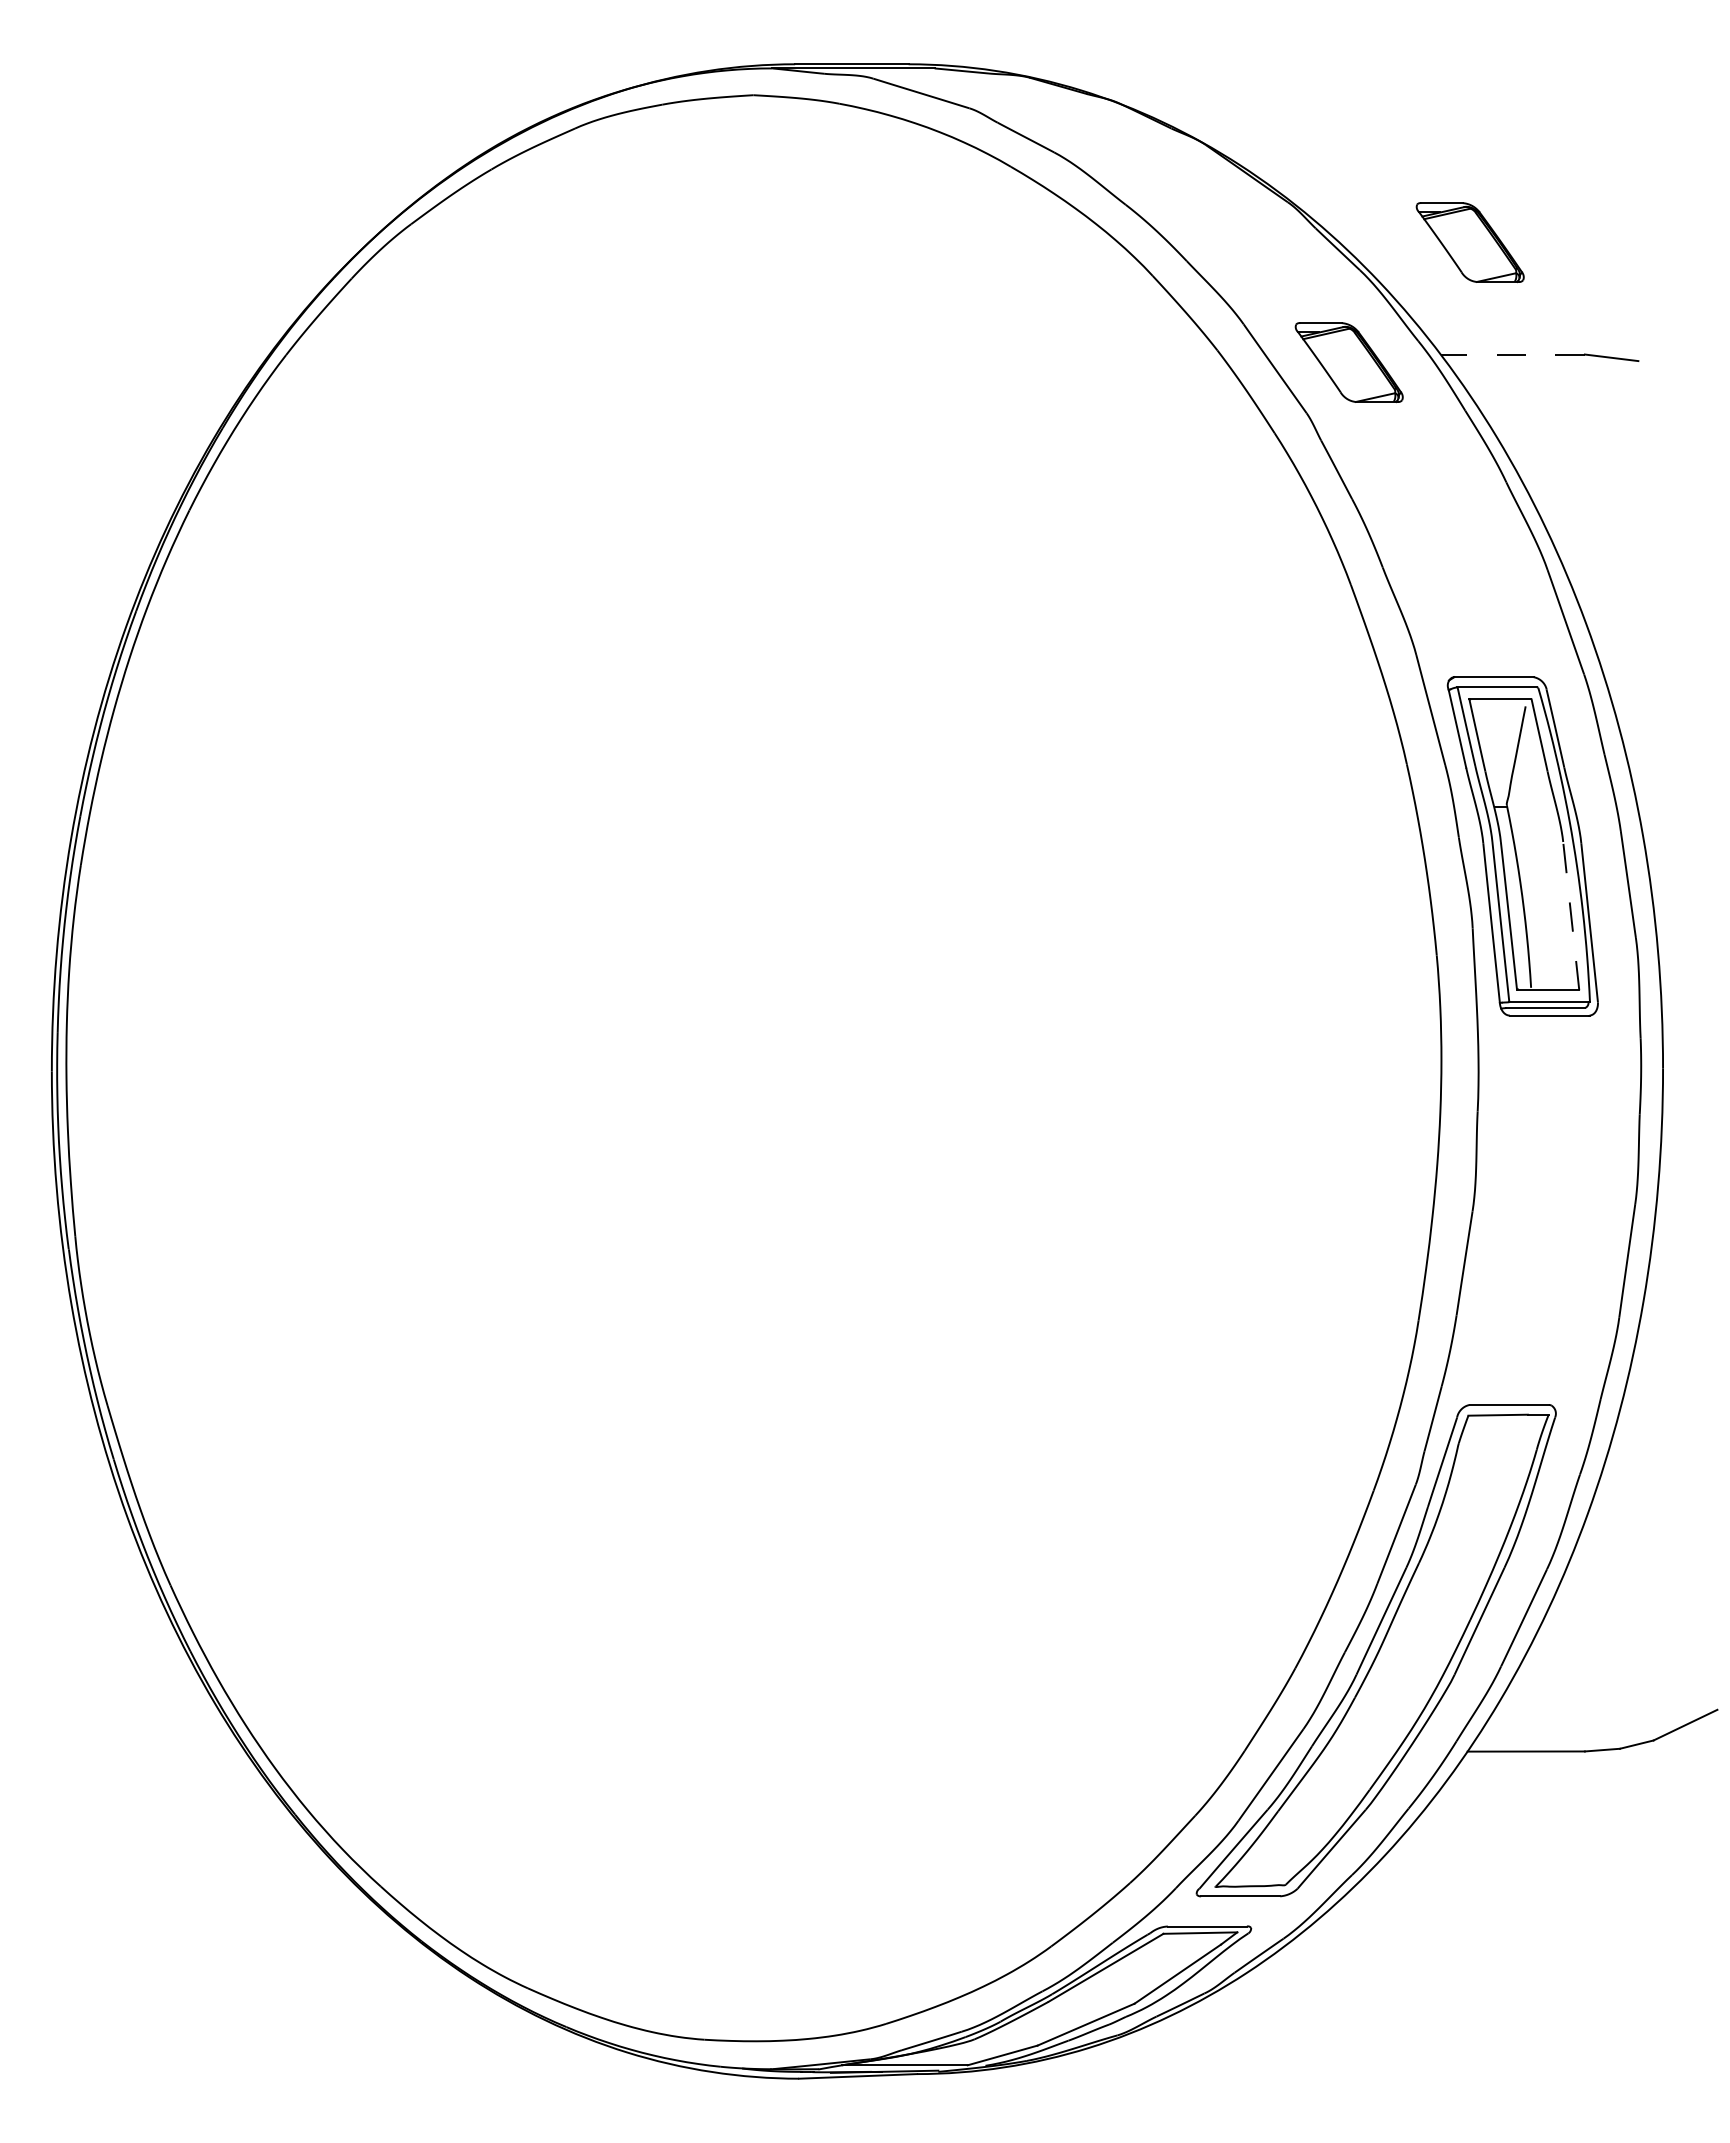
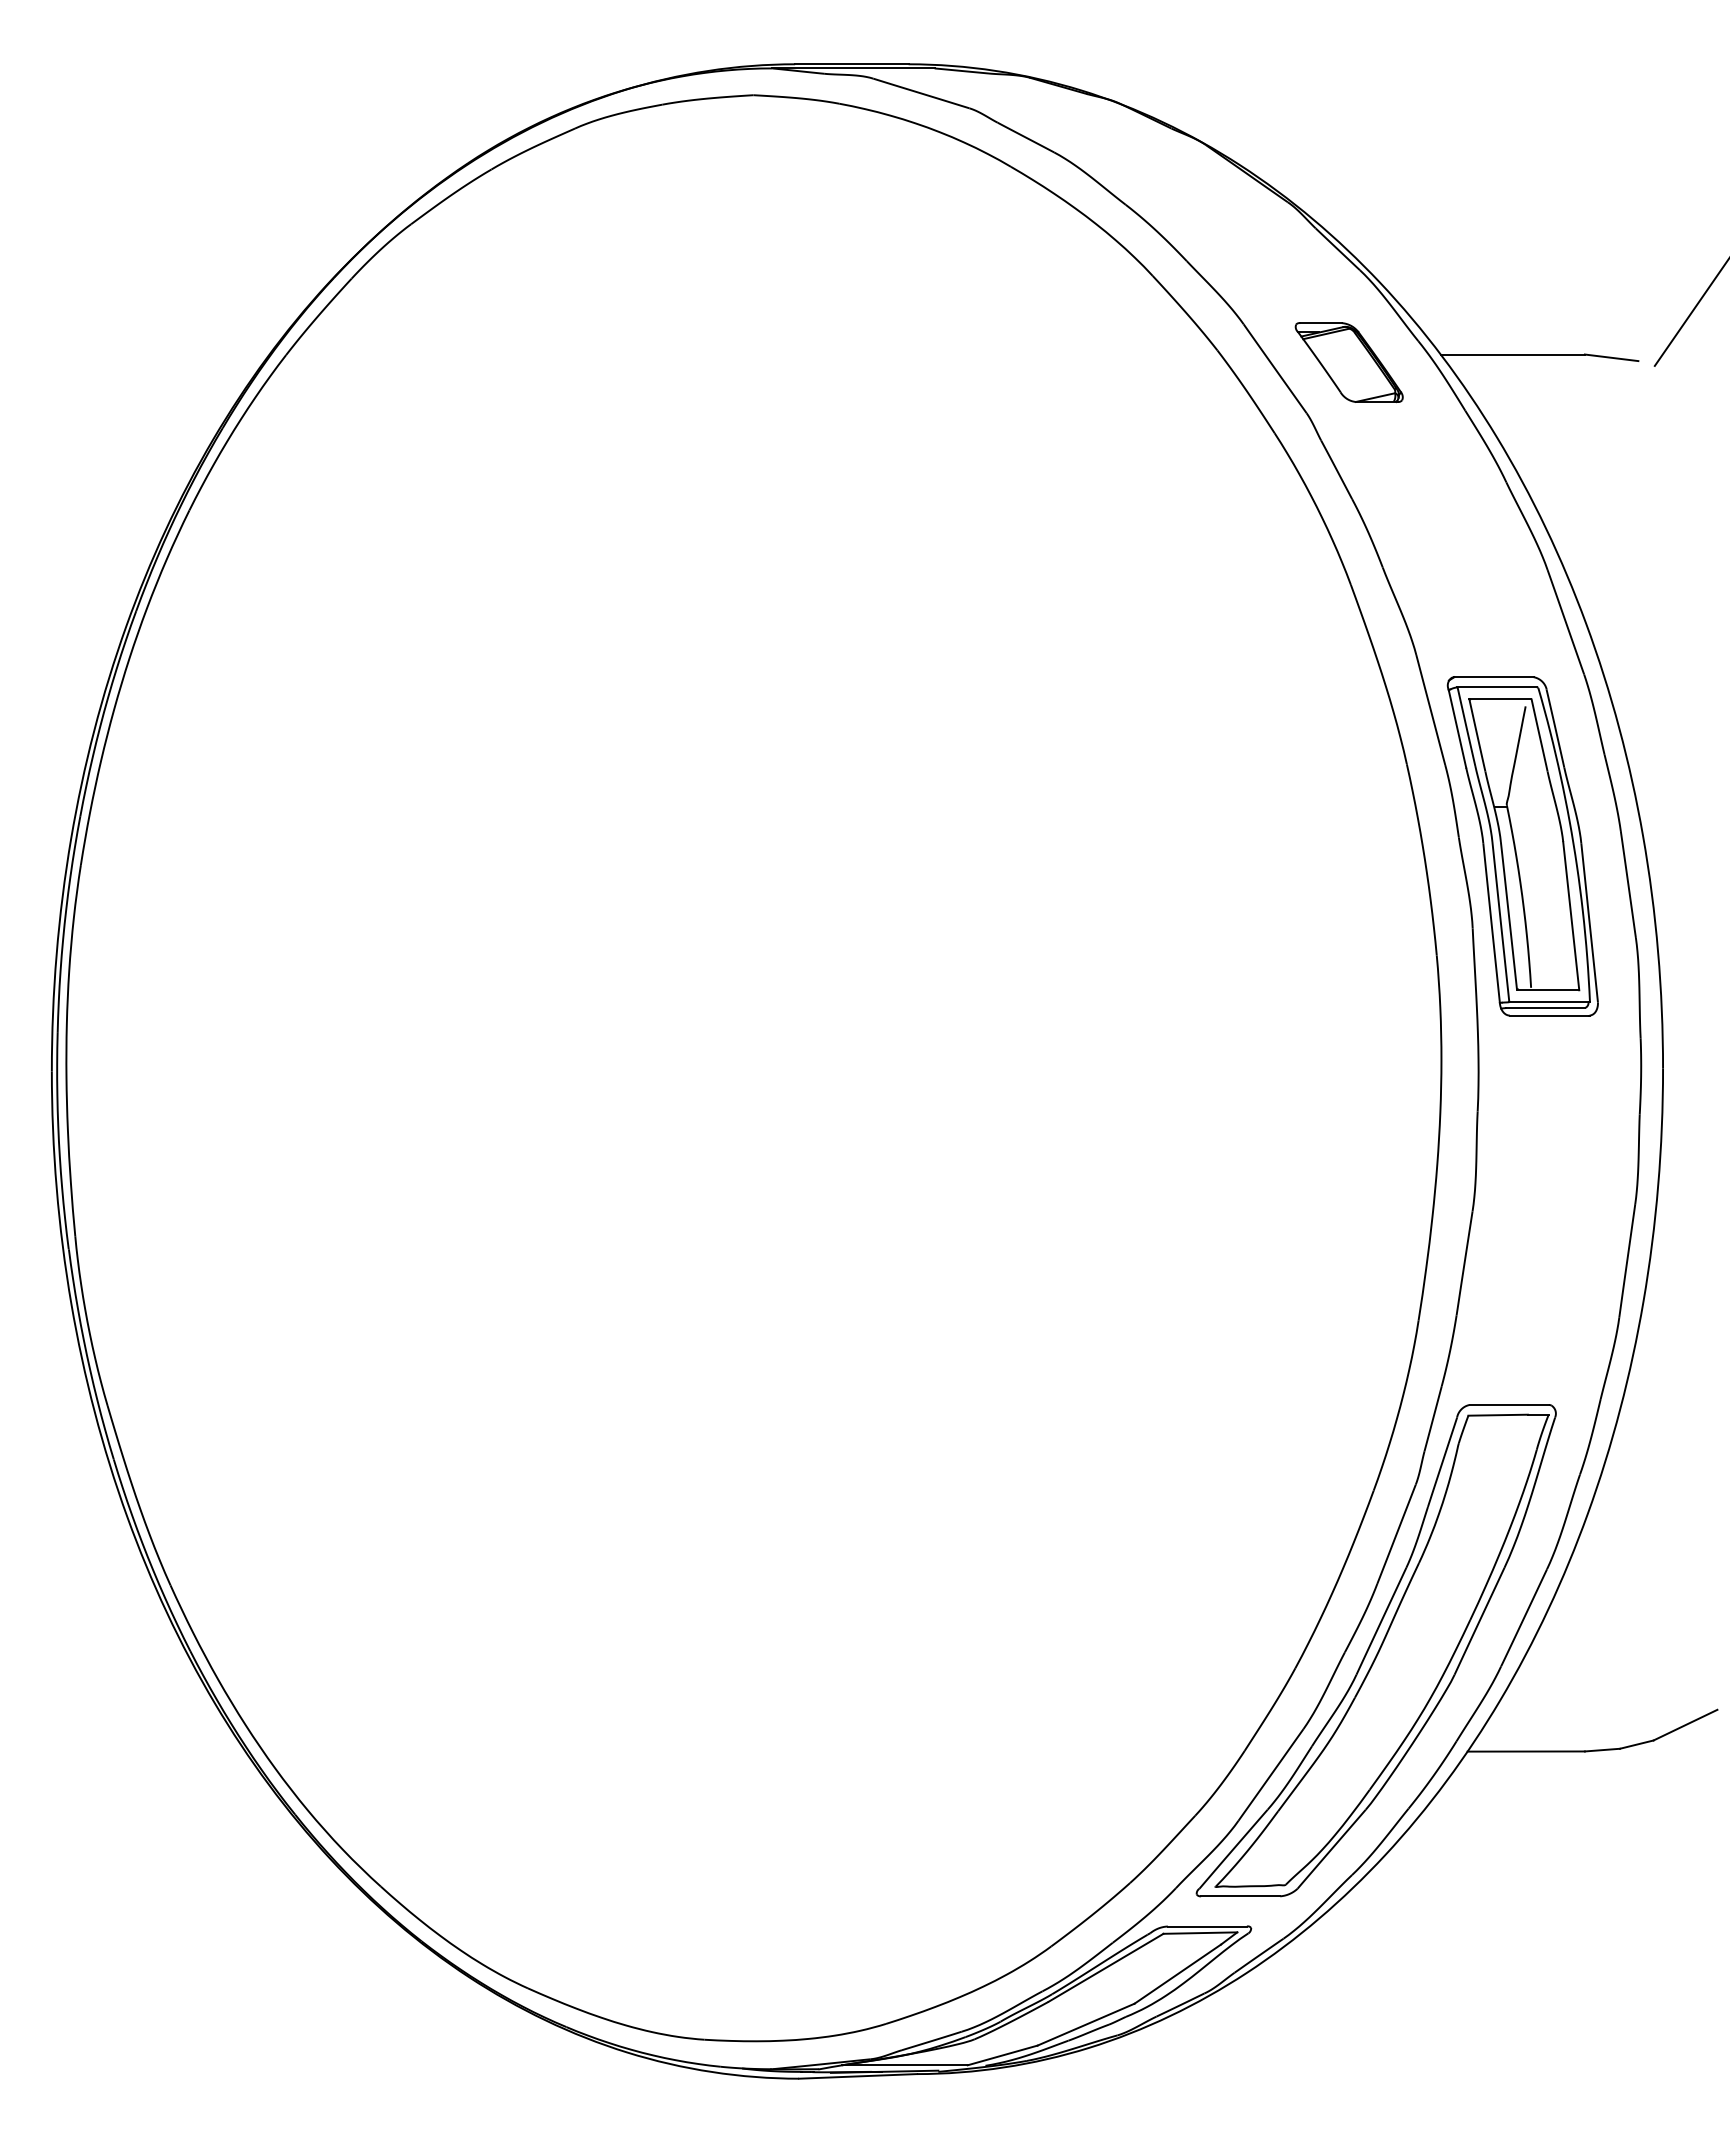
part at (1469, 242): present -> none
line at (1690, 313): none -> present
line at (1512, 354): dashed -> solid
line at (1571, 916): dashed -> solid
